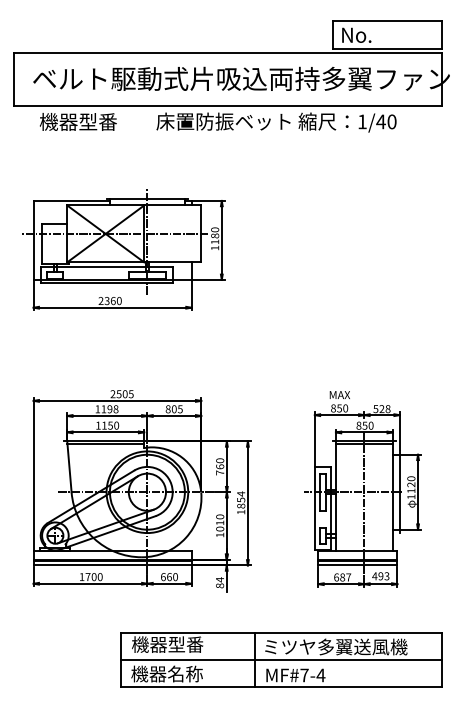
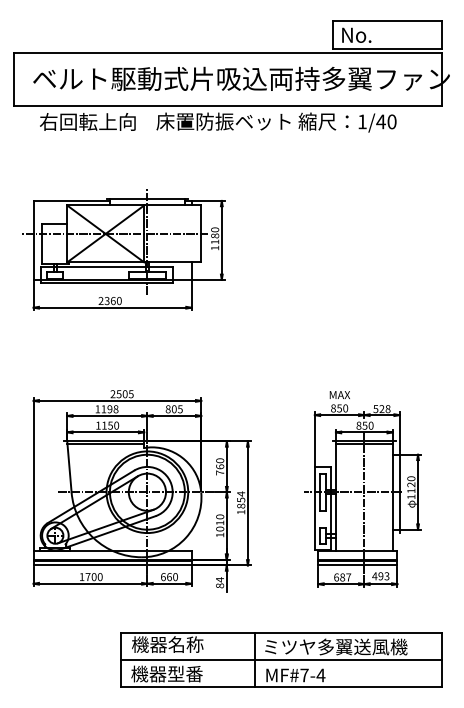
text at (87, 121): 機器型番 -> 右回転上向
text at (185, 644): 機器型番 -> 機器名称
text at (185, 673): 機器名称 -> 機器型番
